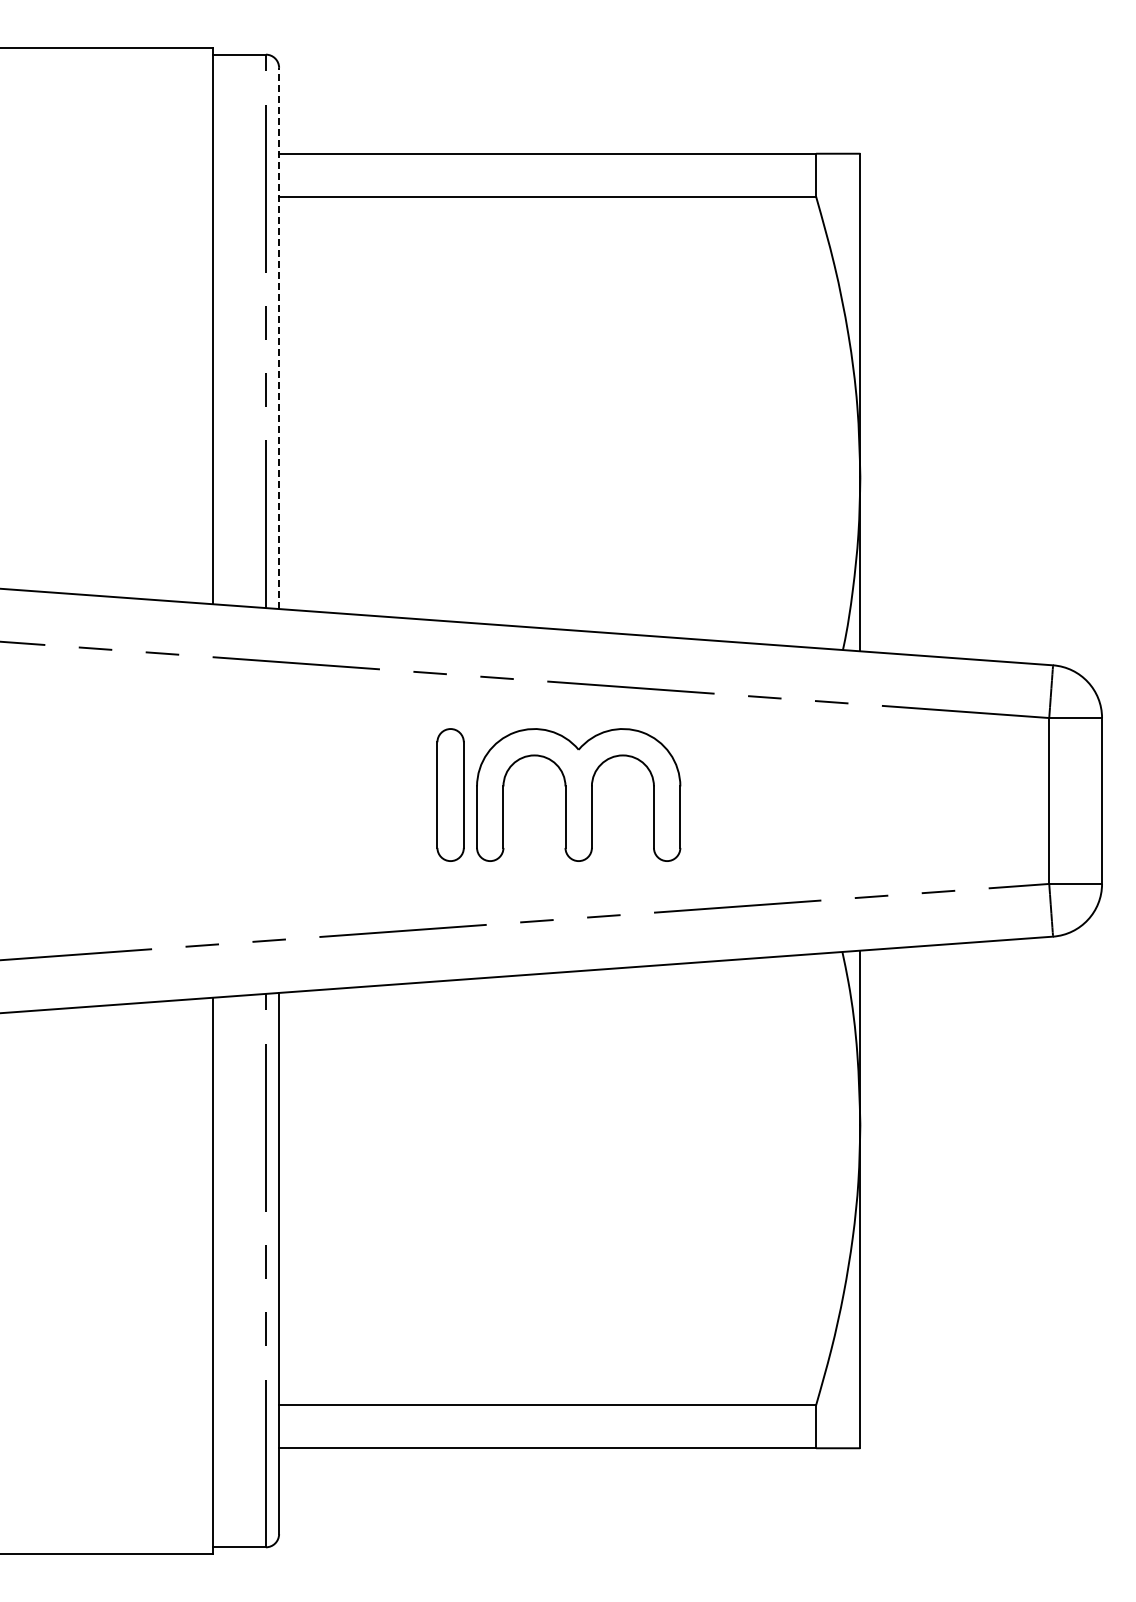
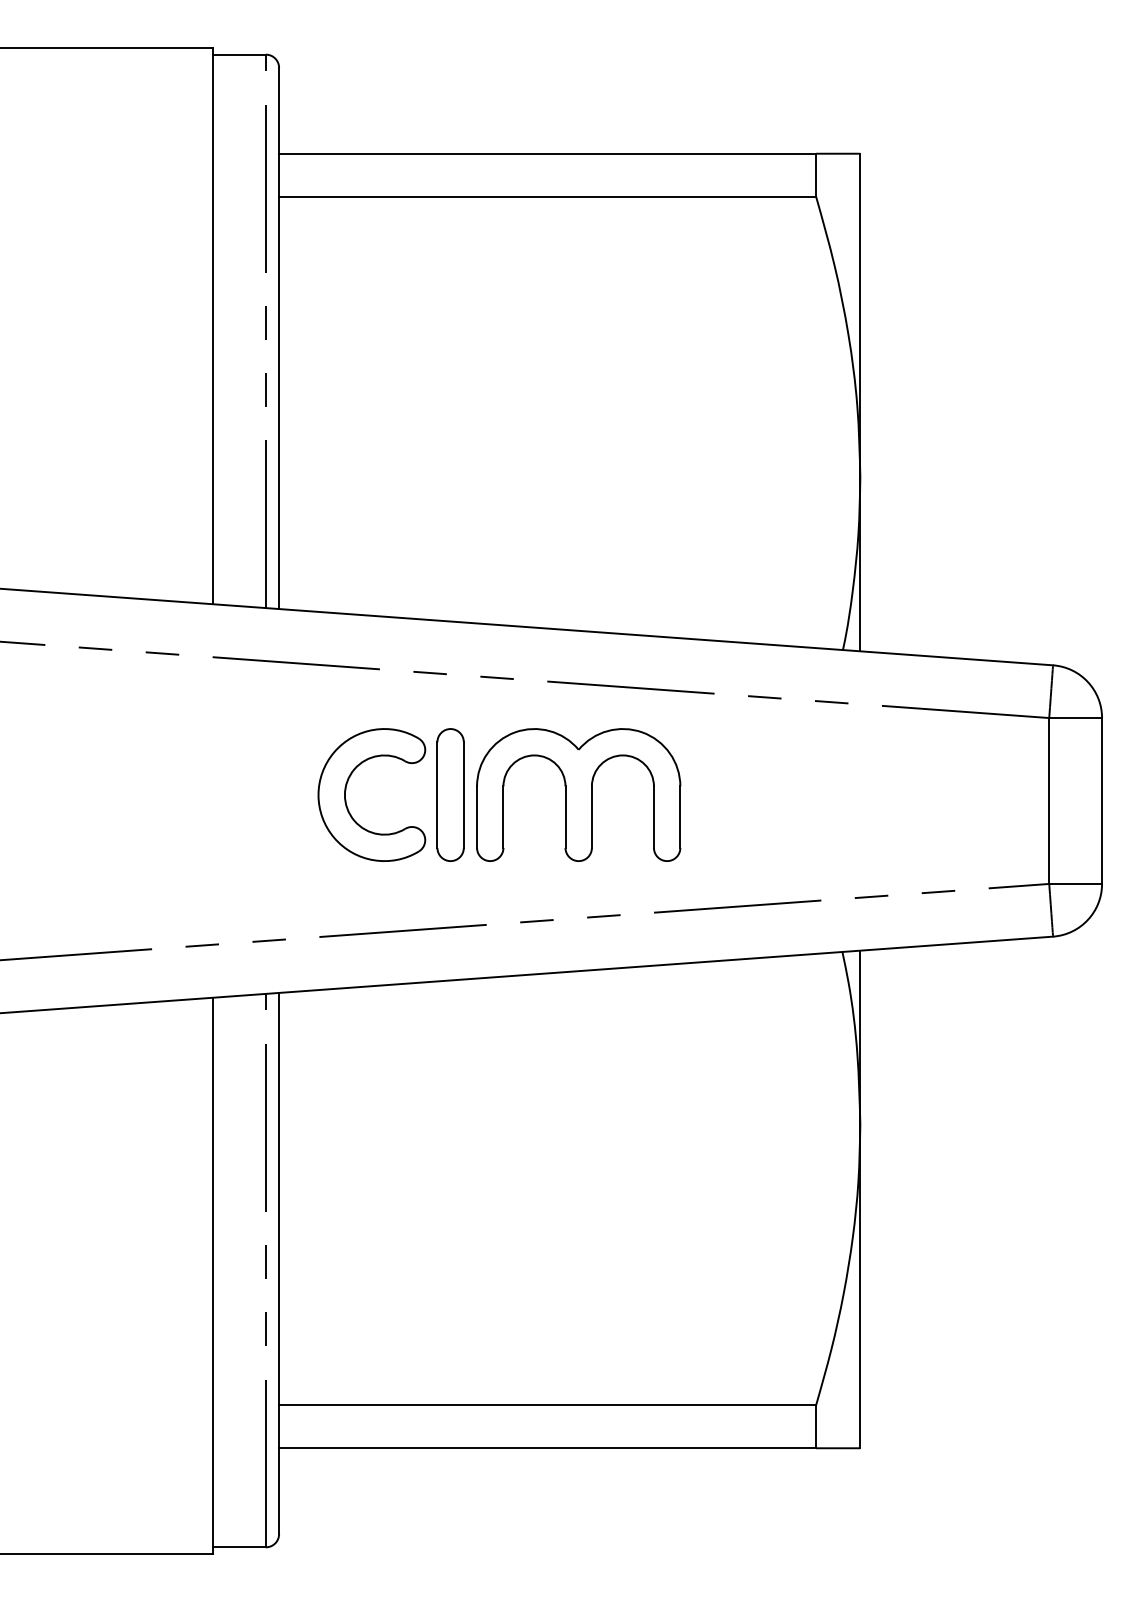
line at (279, 338): dashed -> solid
part at (346, 790): none -> present
